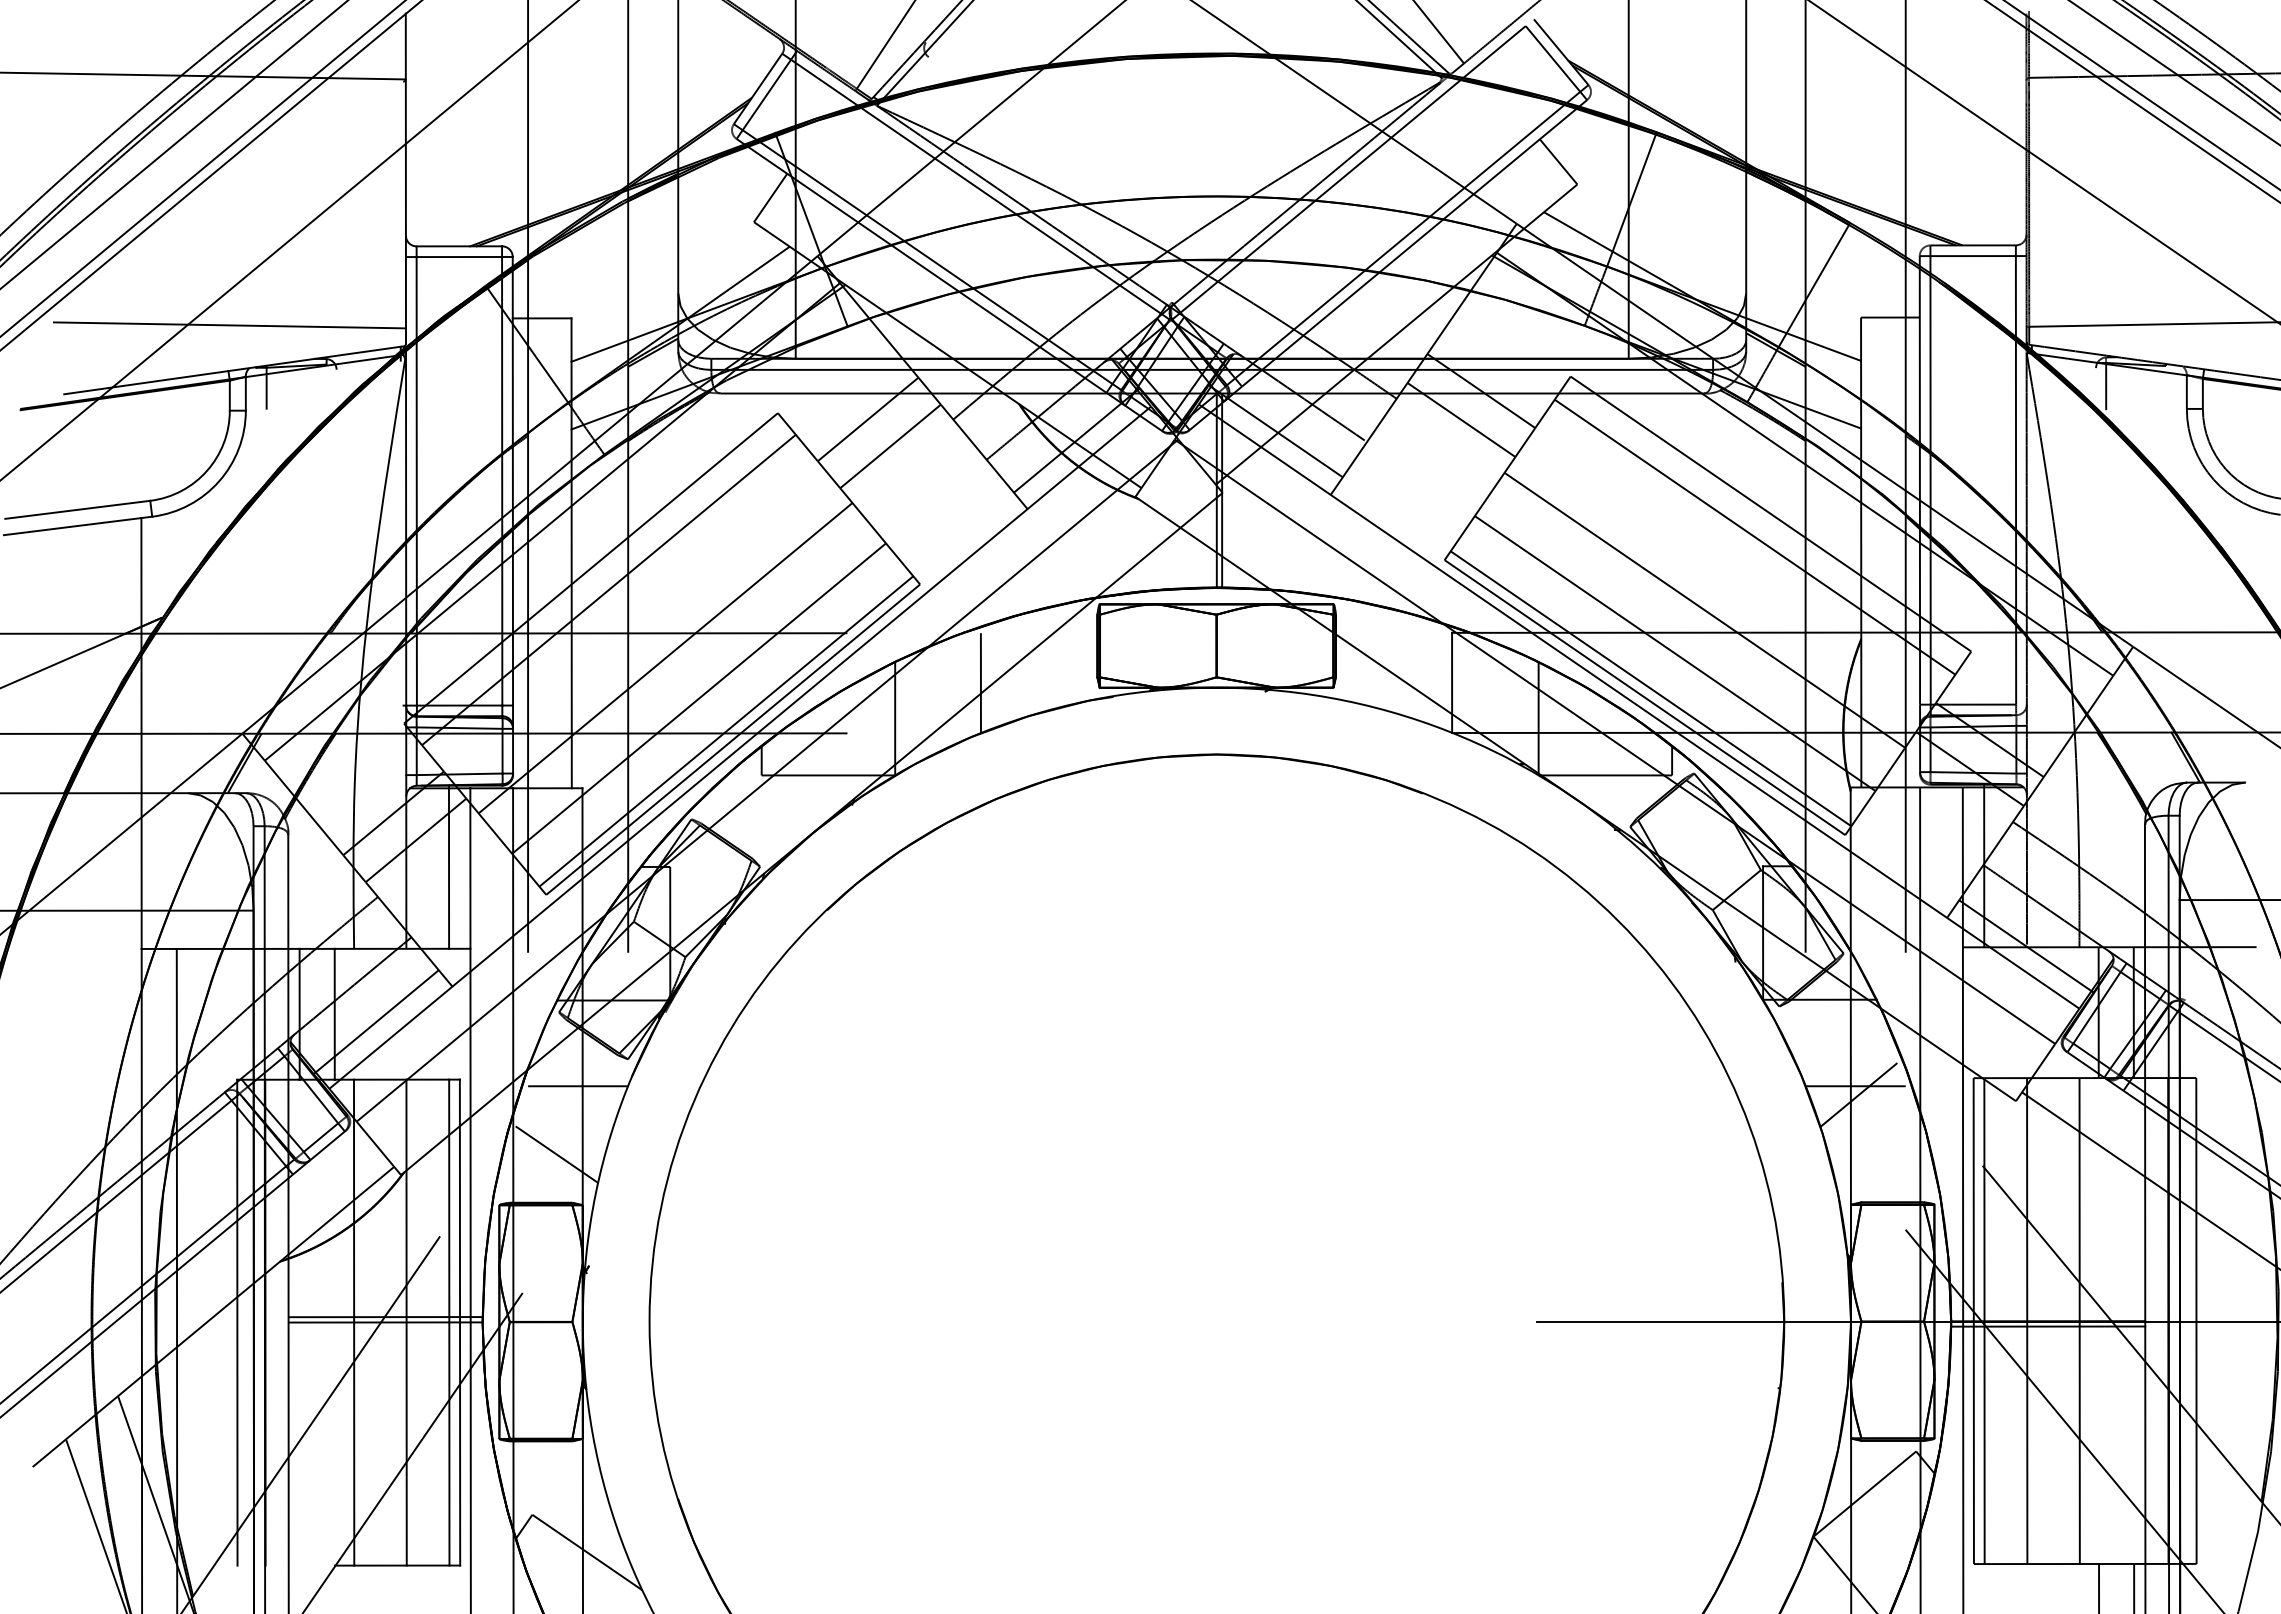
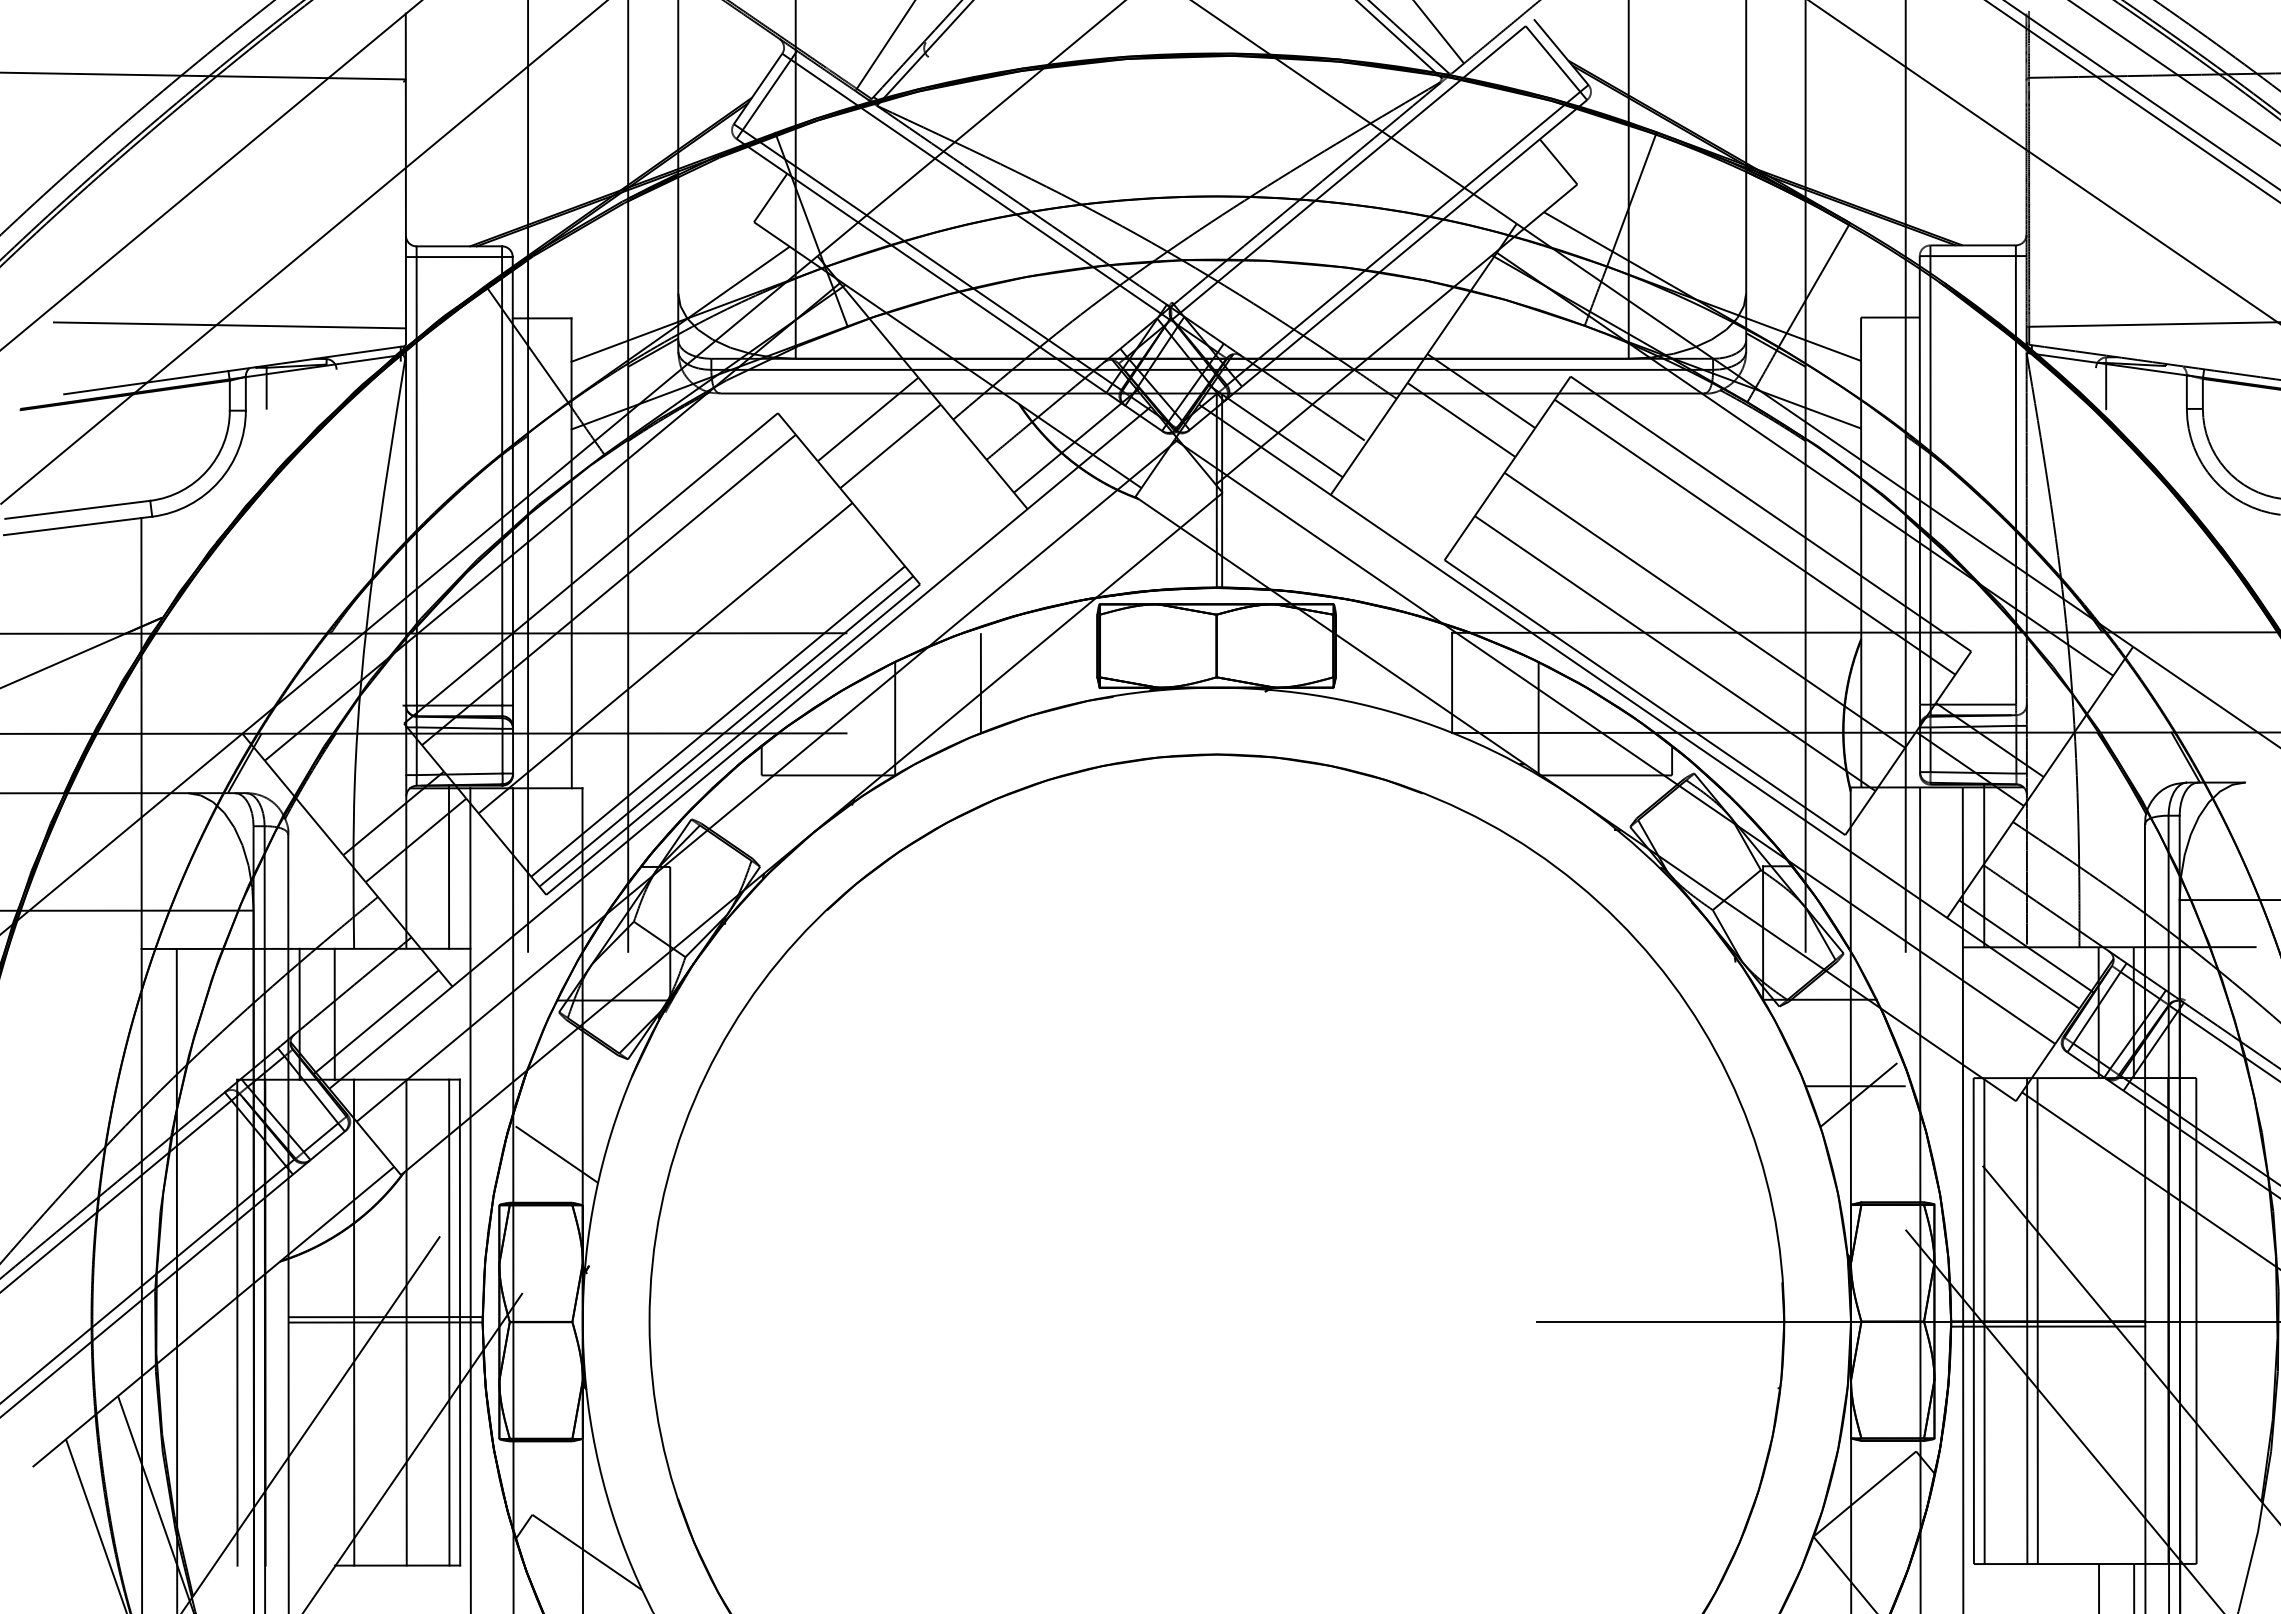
line at (173, 144): present -> none
line at (202, 168): present -> none
line at (289, 240) position: (289, 240) -> (303, 252)
line at (1650, 688): present -> none
line at (699, 698) position: (699, 698) -> (718, 721)
line at (578, 1086): present -> none
line at (2079, 1321) position: (2079, 1321) -> (2037, 1321)
